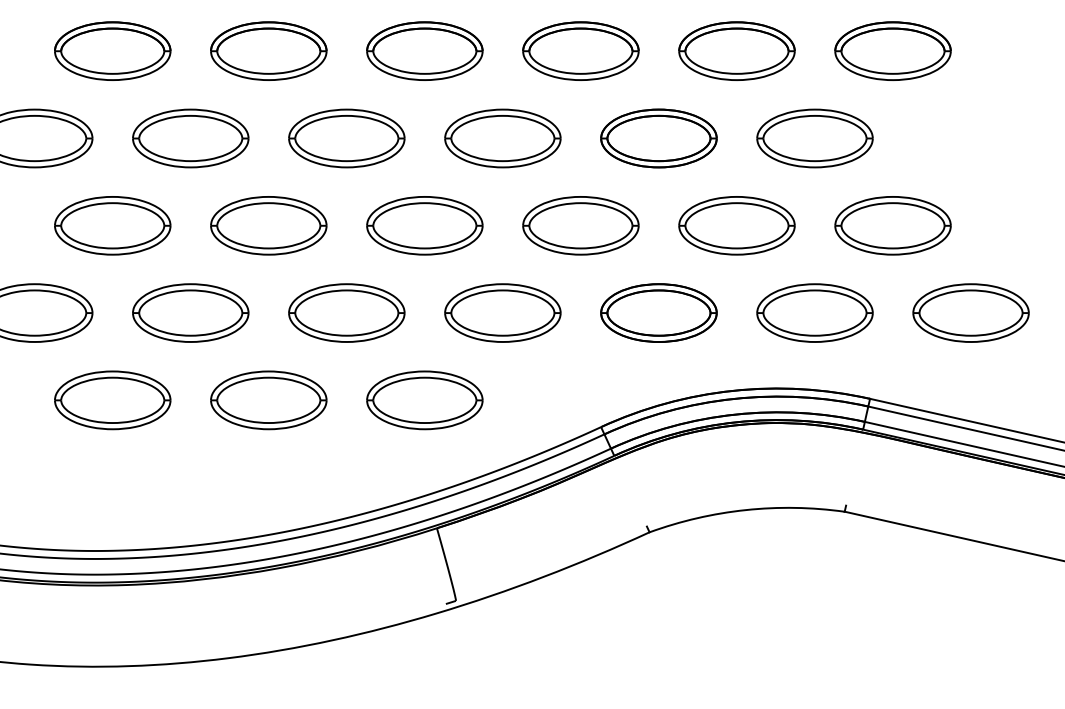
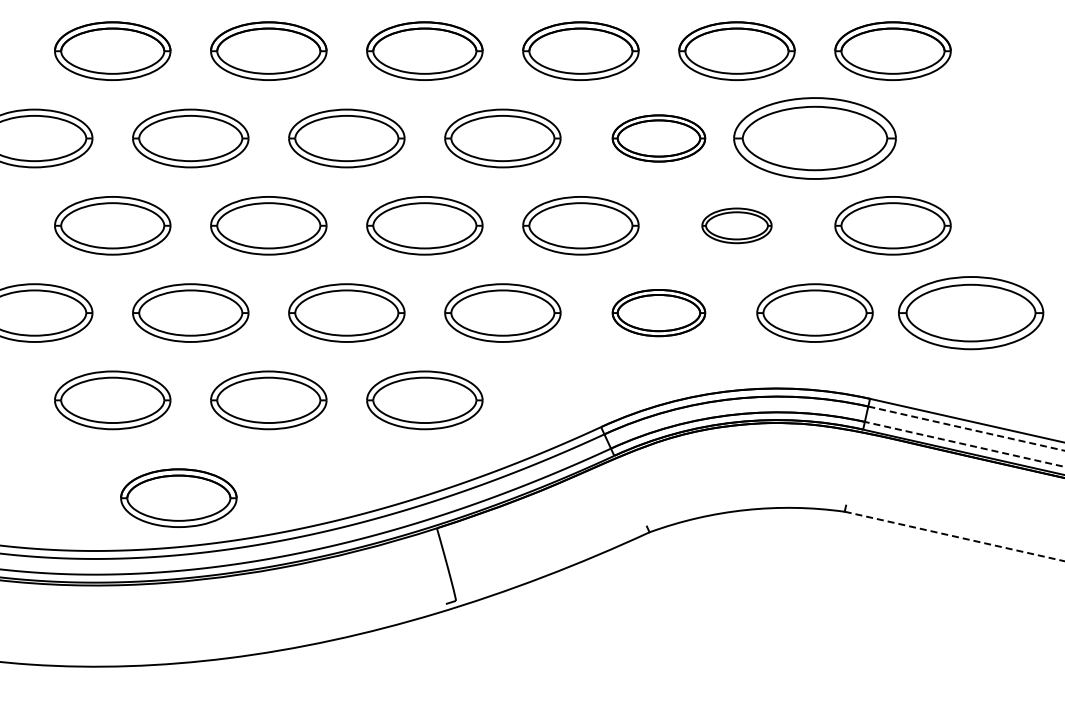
part at (658, 138) size: 118x61 px -> 96x49 px
part at (814, 138) size: 118x61 px -> 164x83 px
part at (736, 225) size: 118x60 px -> 72x38 px
part at (658, 312) size: 118x60 px -> 96x49 px
part at (970, 312) size: 118x60 px -> 147x75 px
line at (966, 428): solid -> dashed
line at (964, 444): solid -> dashed
part at (178, 497): none -> present
line at (954, 536): solid -> dashed
